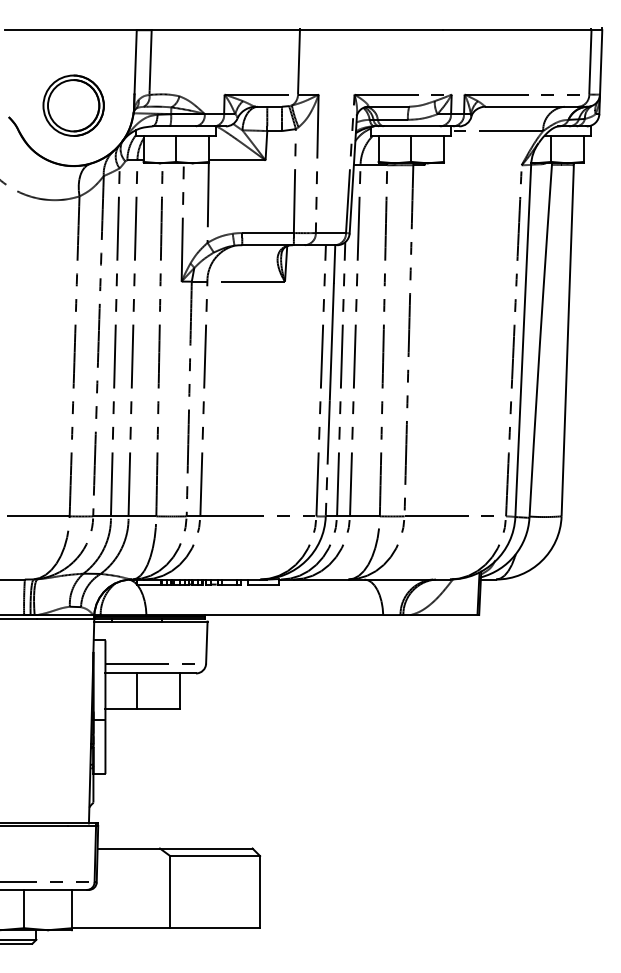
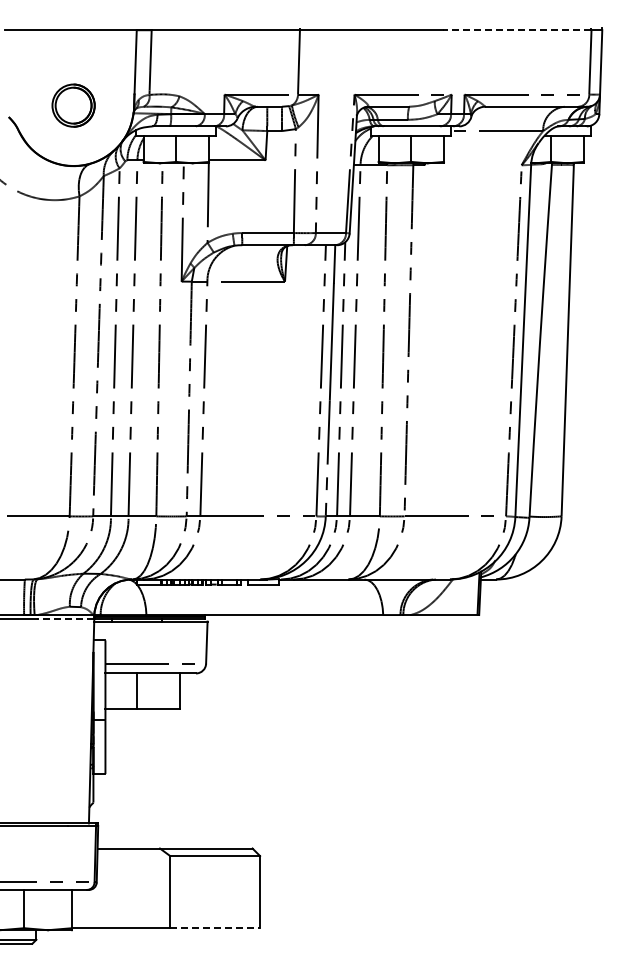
line at (516, 30): solid -> dashed
part at (73, 105) size: 63x63 px -> 45x45 px
line at (65, 619): solid -> dashed
line at (215, 927): solid -> dashed
